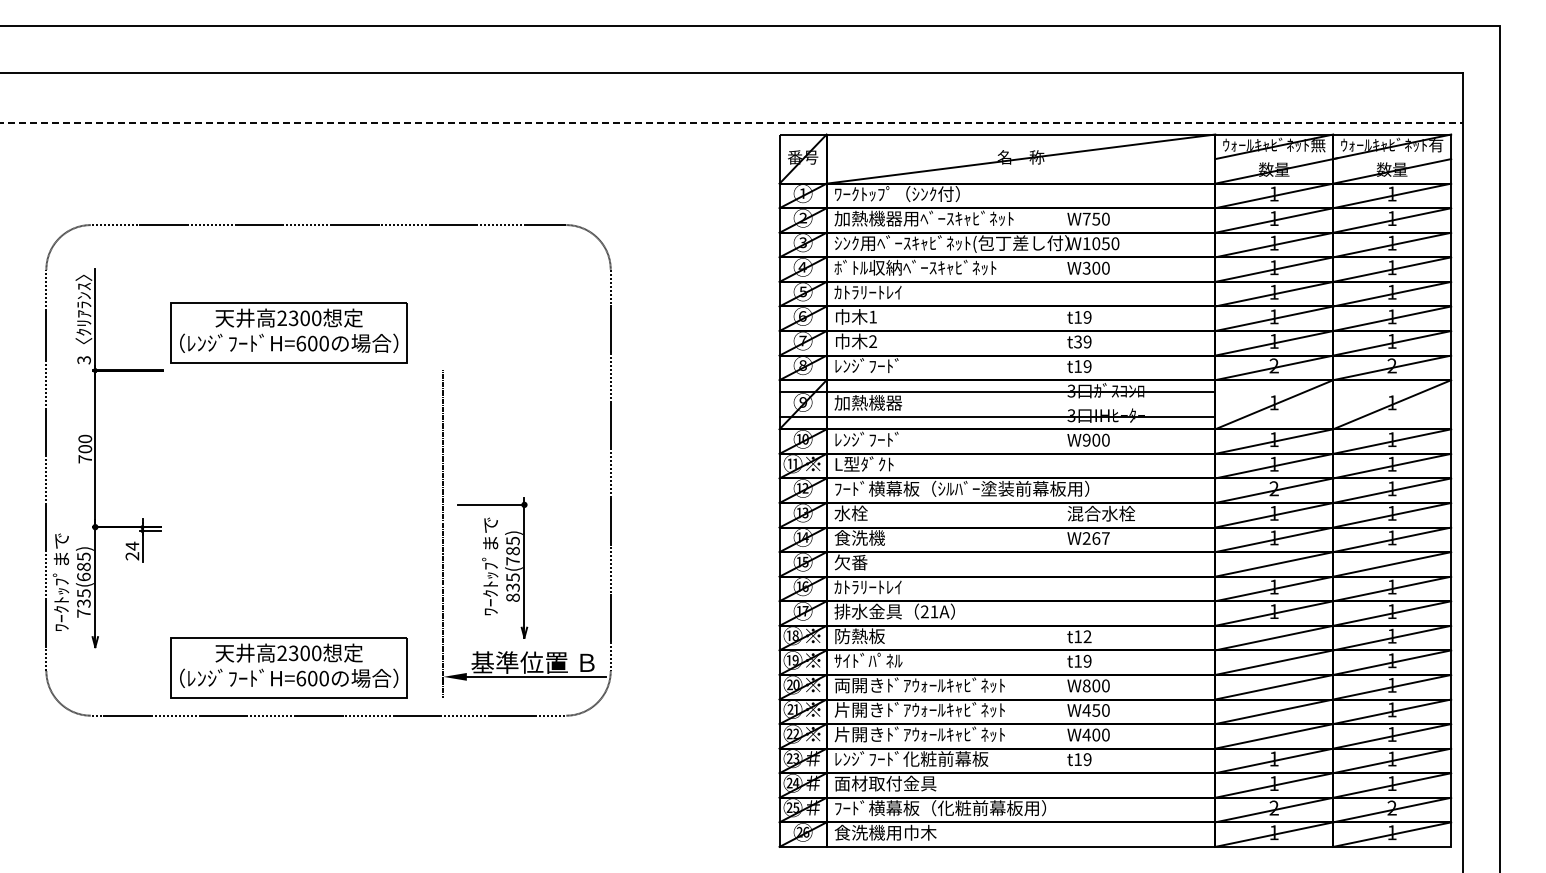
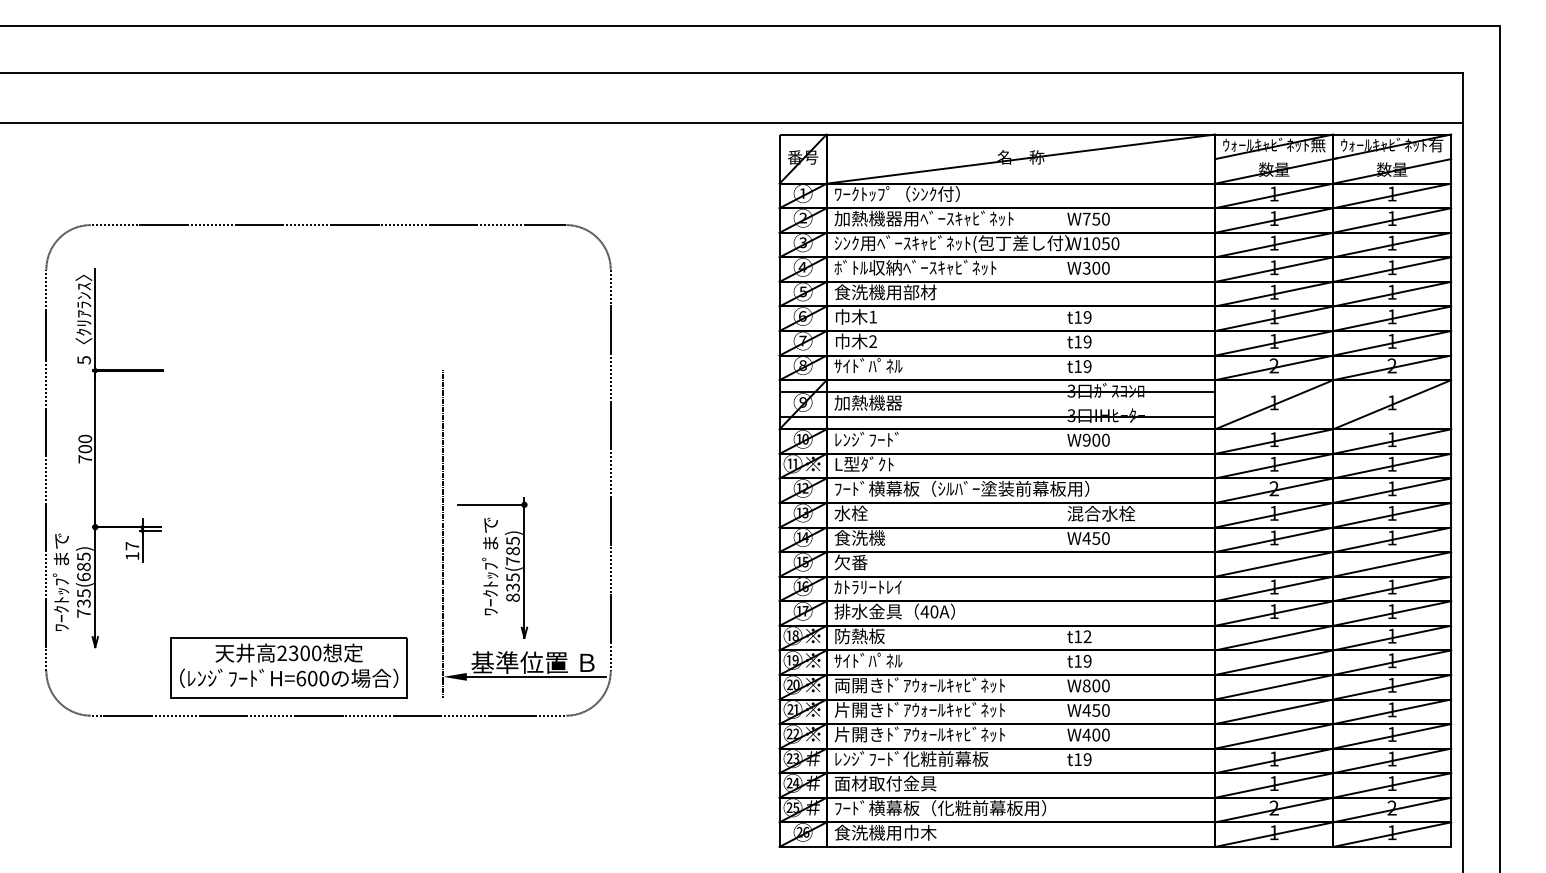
line at (732, 123): dashed -> solid
text at (885, 292): ｶﾄﾗﾘｰﾄﾚｲ -> 食洗機用部材
part at (288, 332): present -> none
text at (1077, 341): t39 -> t19
text at (83, 359): 3 -> 5
text at (868, 365): ﾚﾝｼﾞﾌｰﾄﾞ -> ｻｲﾄﾞﾊﾟﾈﾙ
text at (1095, 538): W267 -> W450
text at (132, 550): 24 -> 17
text at (929, 611): 21A -> 40A
